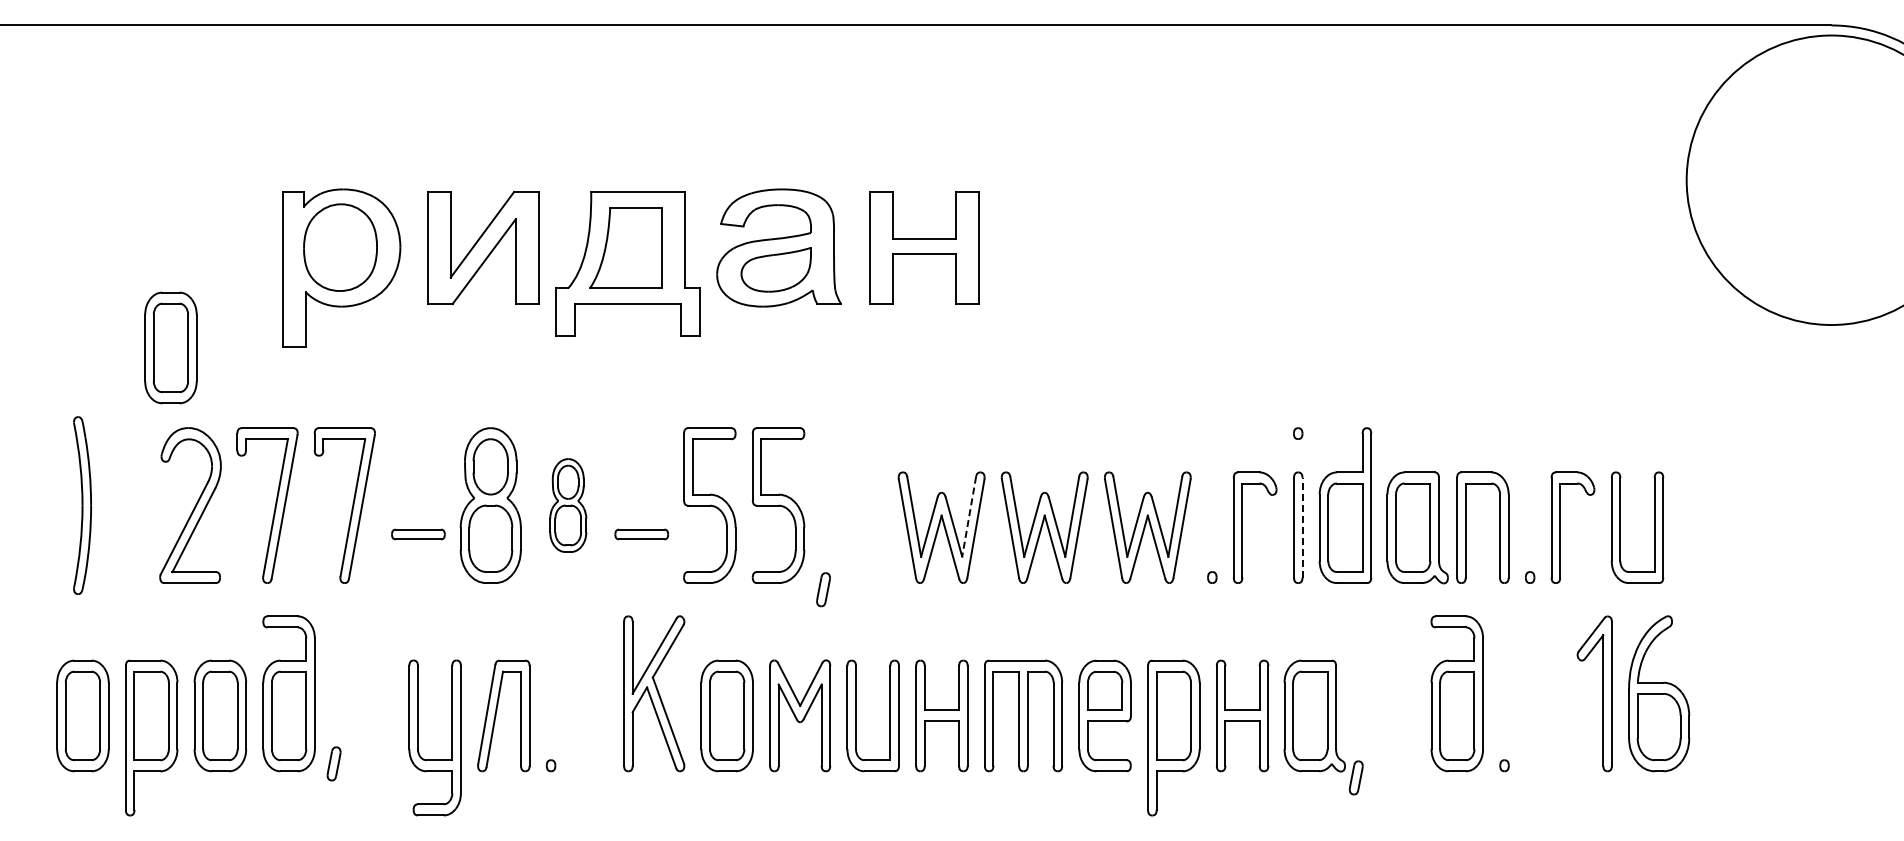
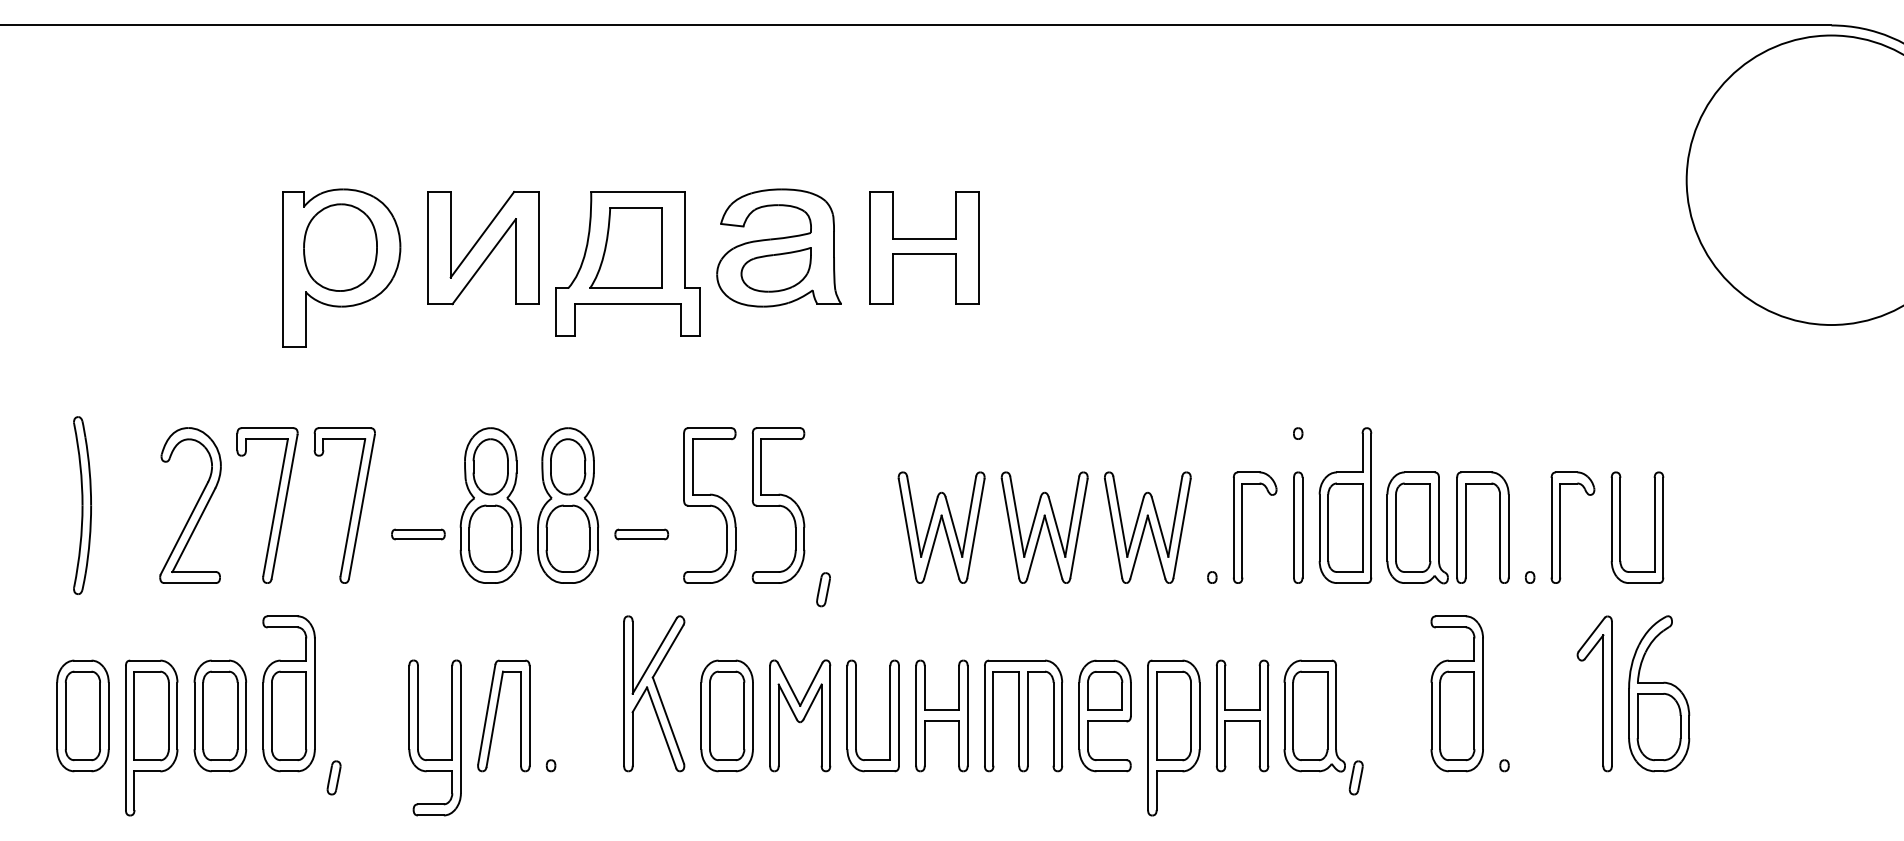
part at (170, 347): present -> none
part at (568, 505) size: 39x95 px -> 63x157 px
line at (969, 516): dashed -> solid
line at (1302, 527): dashed -> solid
part at (333, 763) position: (333, 763) -> (333, 777)
